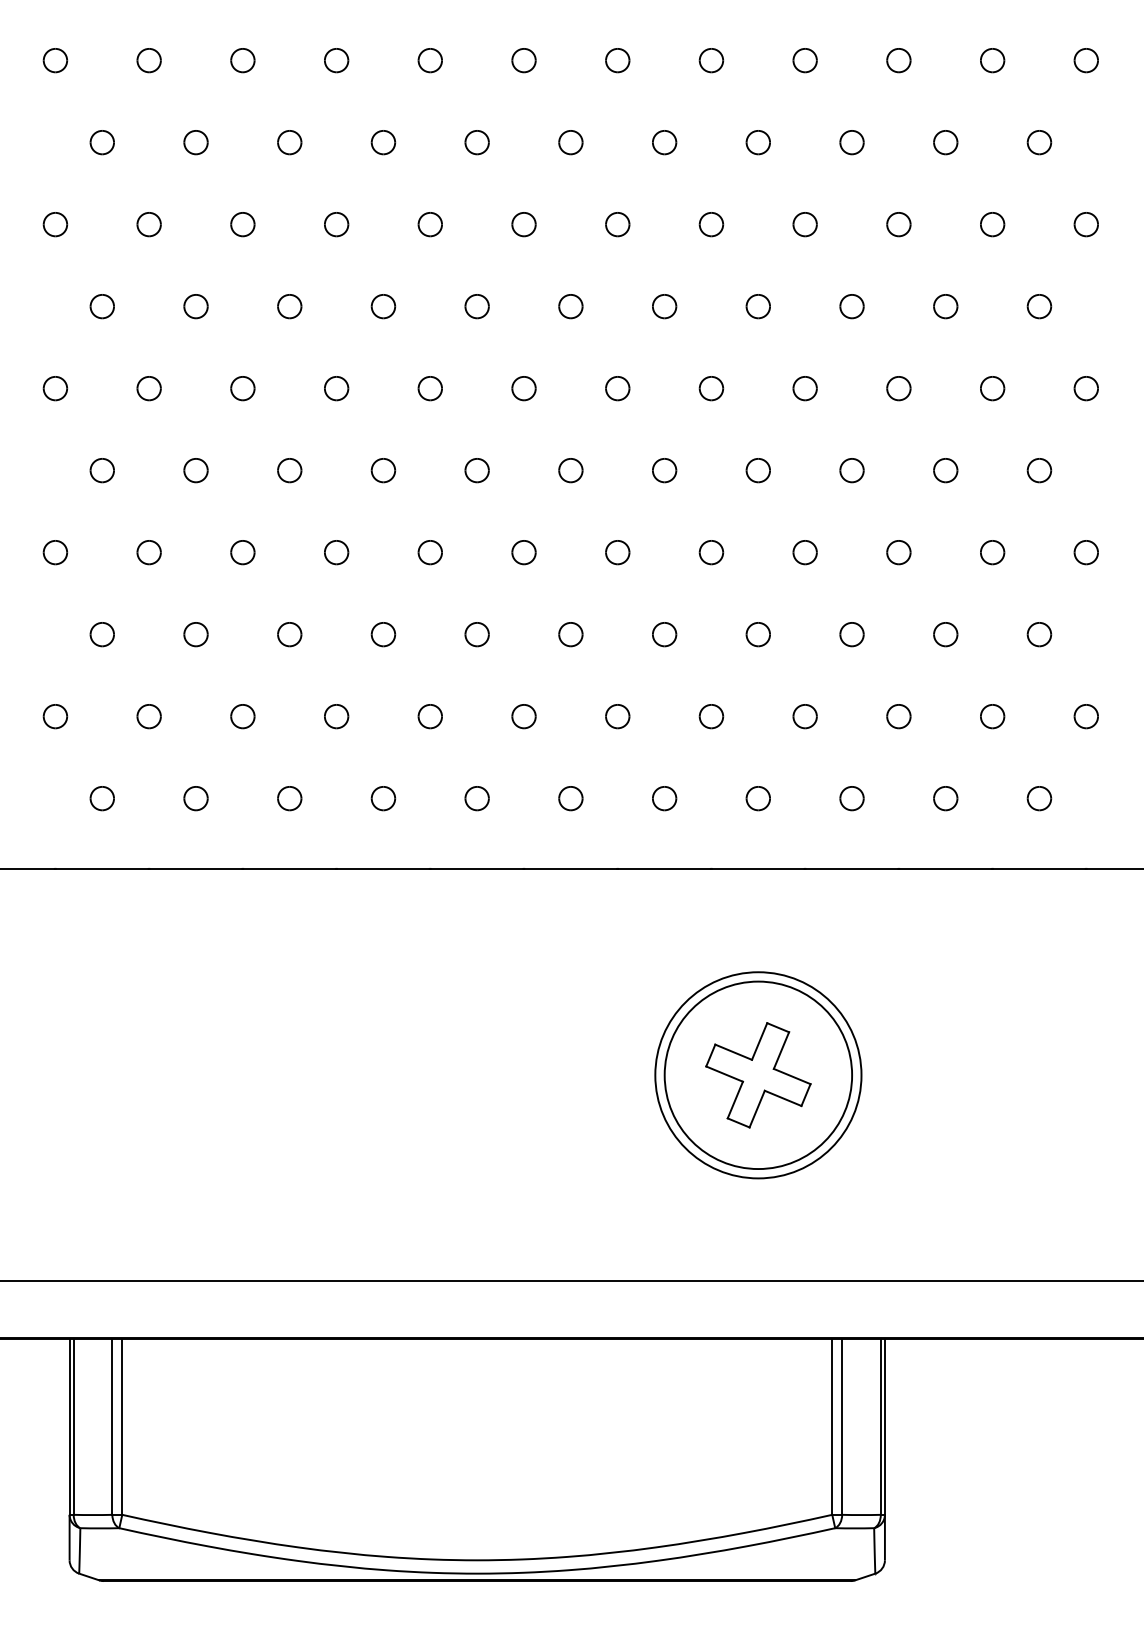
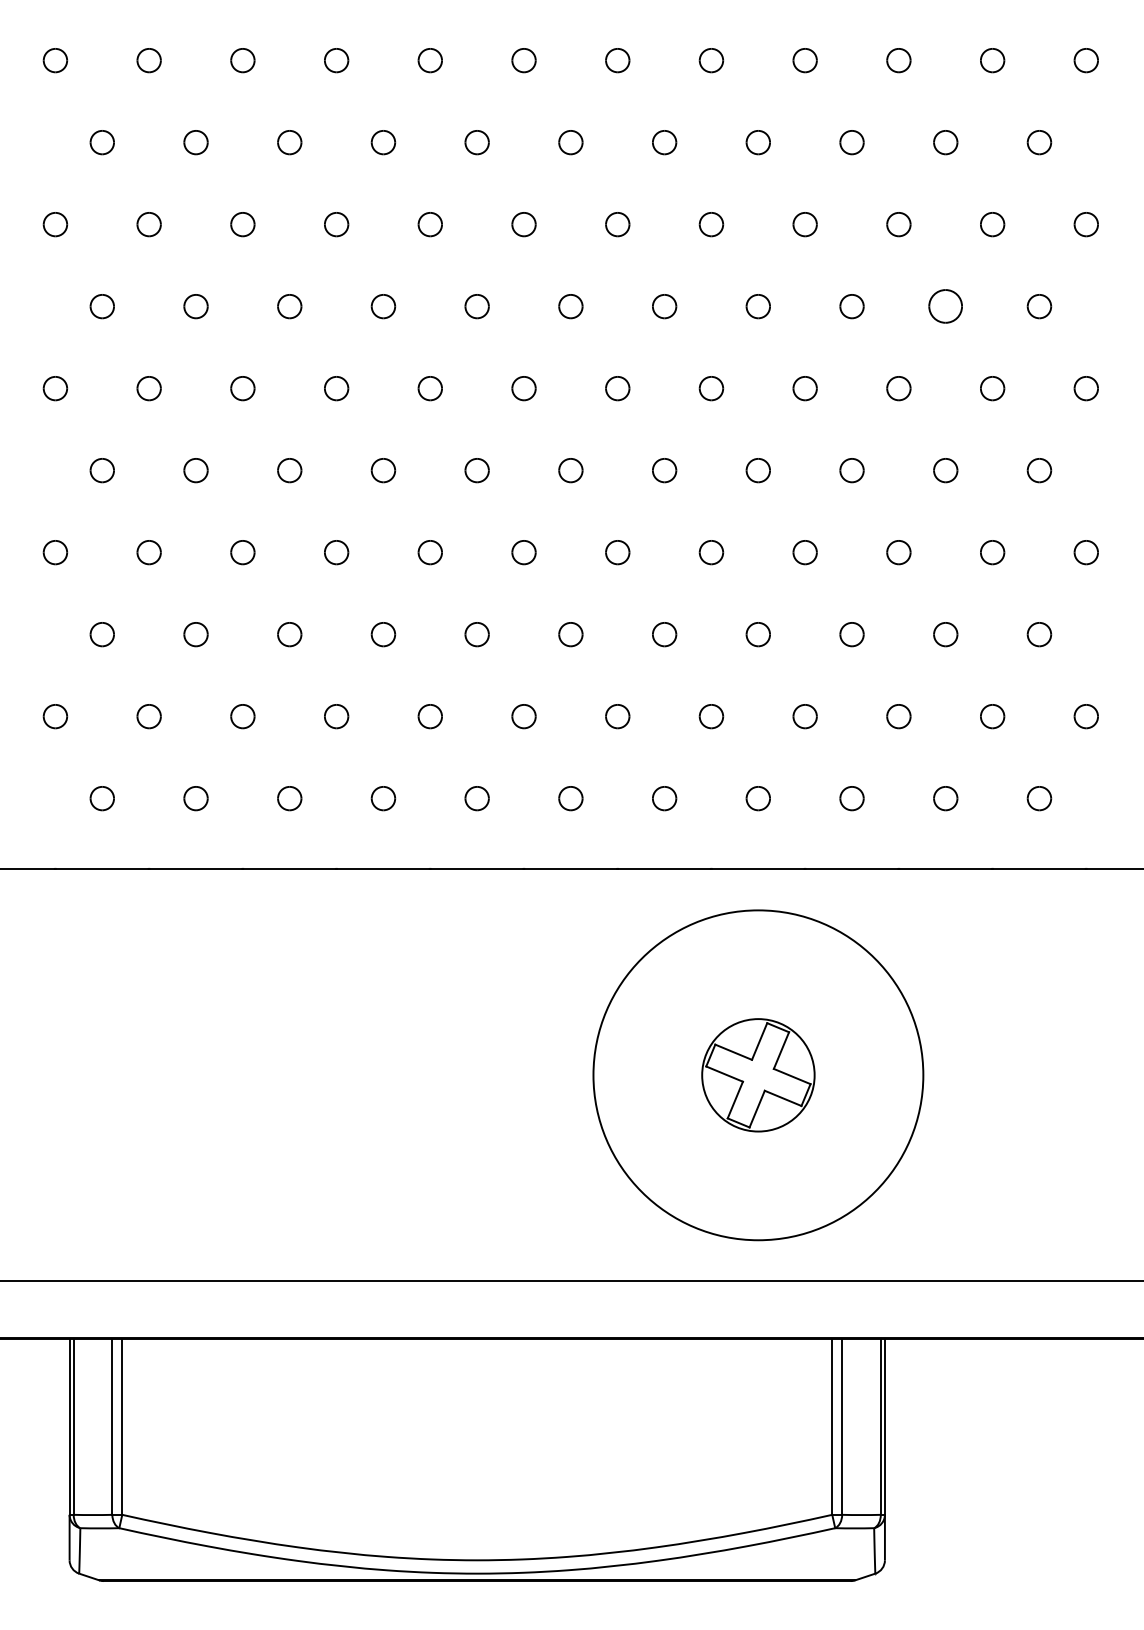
part at (945, 306) size: 26x26 px -> 35x35 px
circle at (758, 1075) diameter: 187 px -> 112 px
circle at (758, 1075) diameter: 206 px -> 330 px
